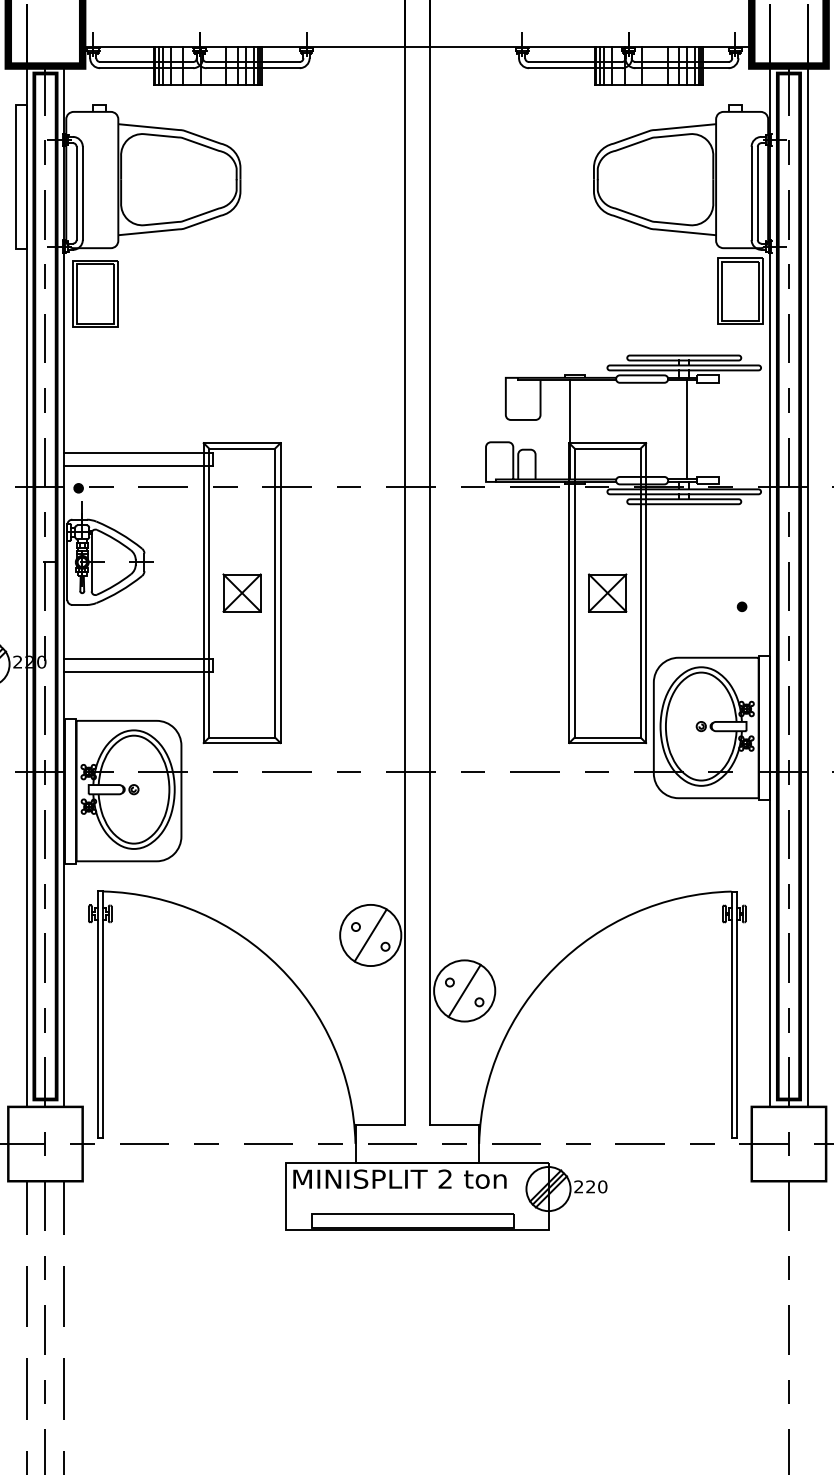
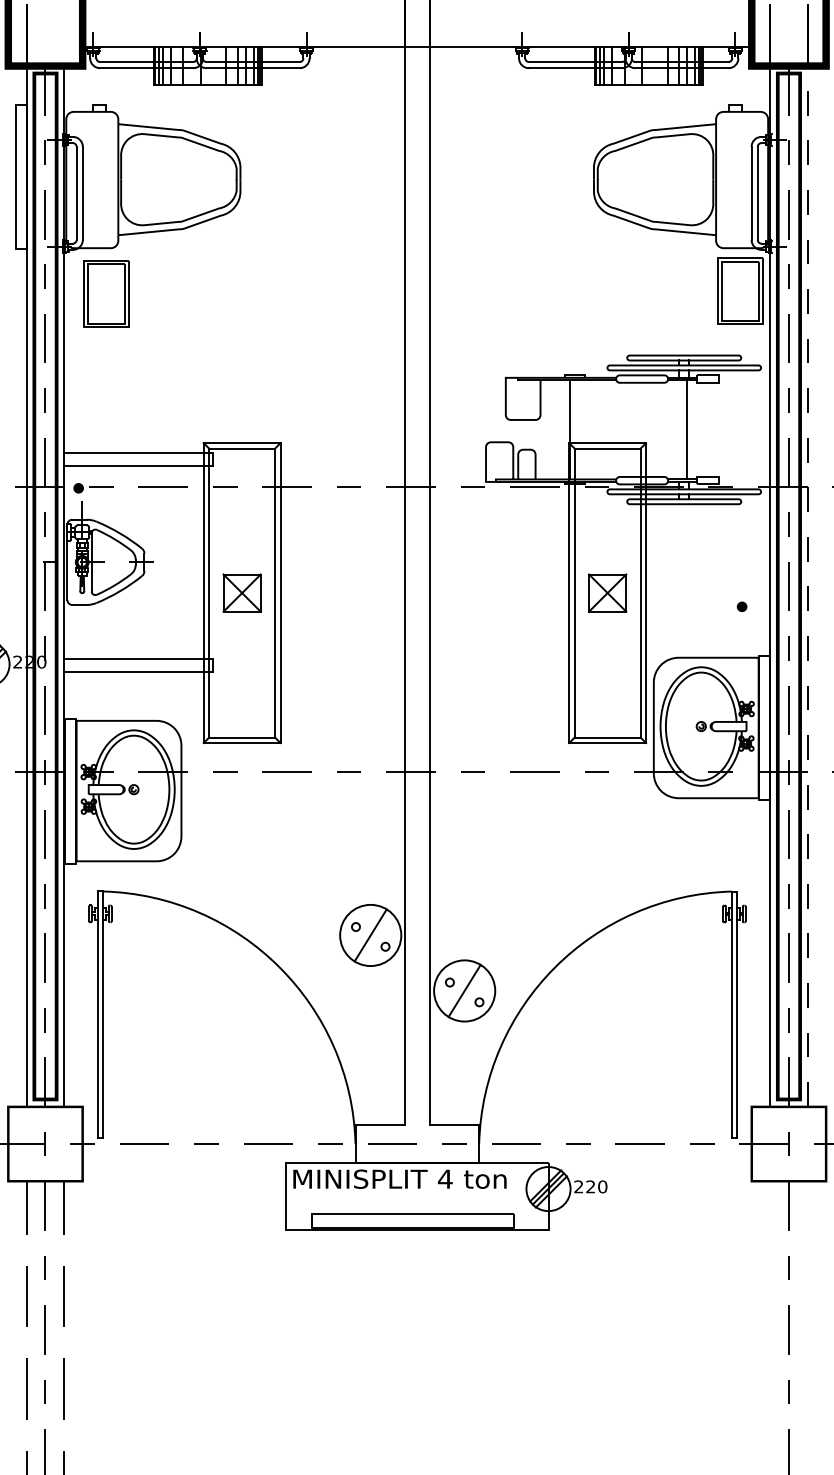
part at (95, 293) position: (95, 293) -> (106, 293)
line at (807, 585): solid -> dashed
text at (445, 1178): 2 -> 4
